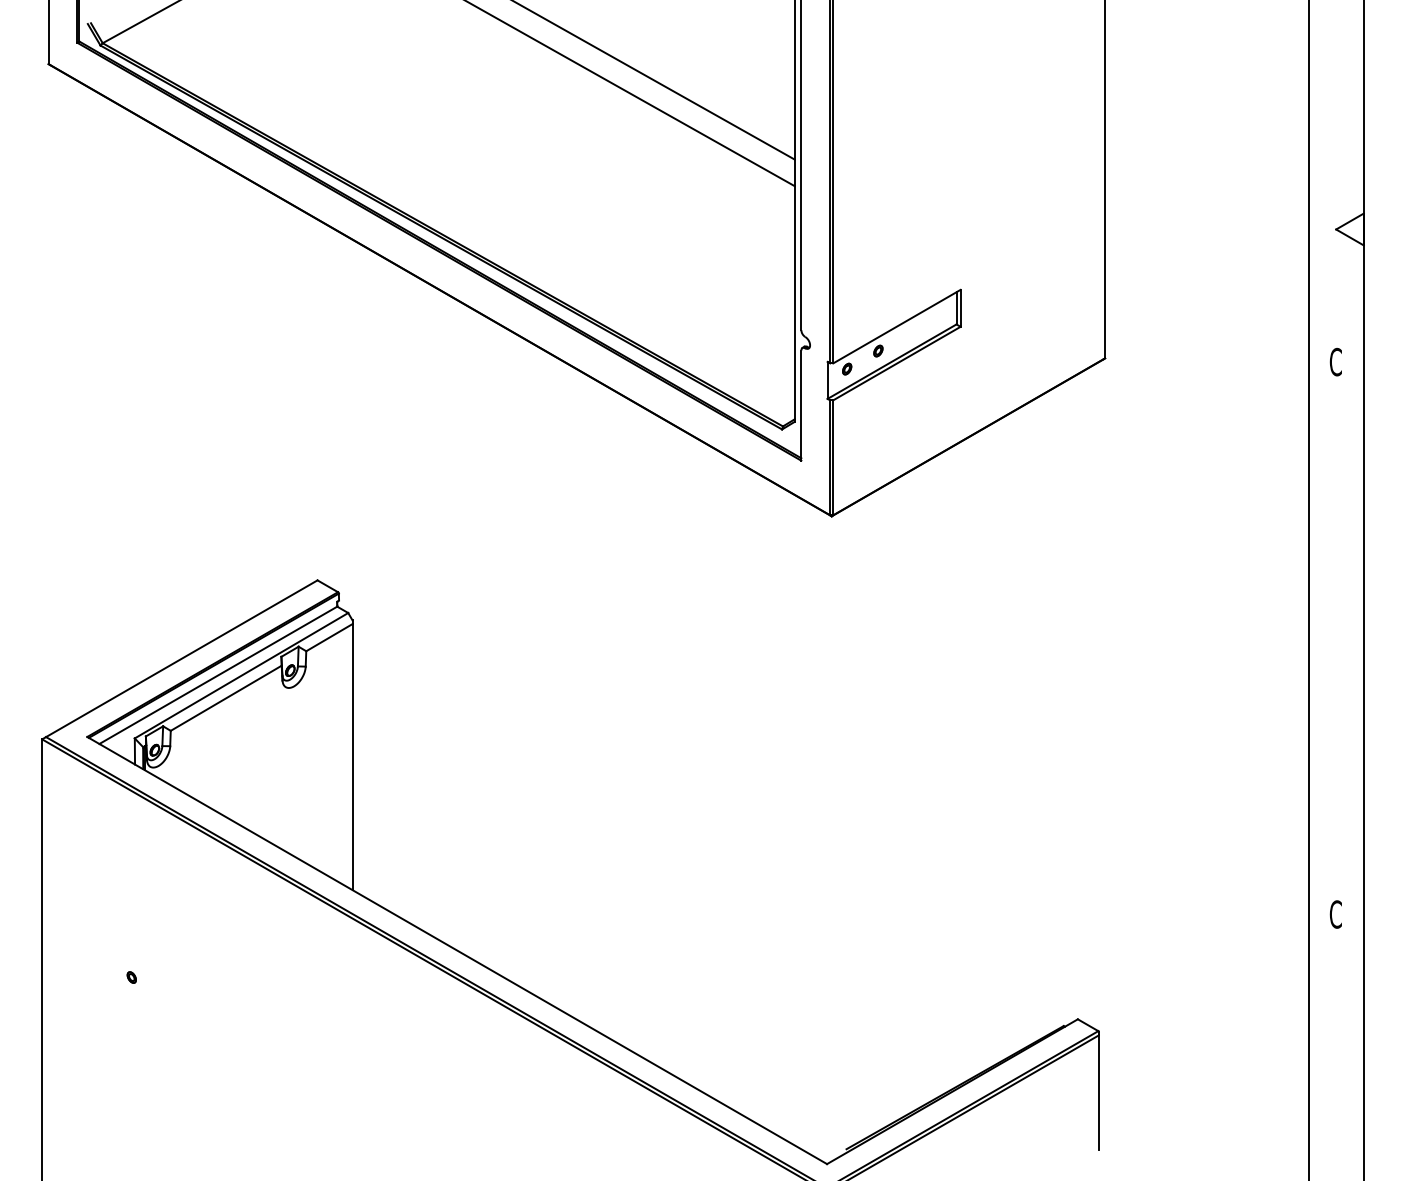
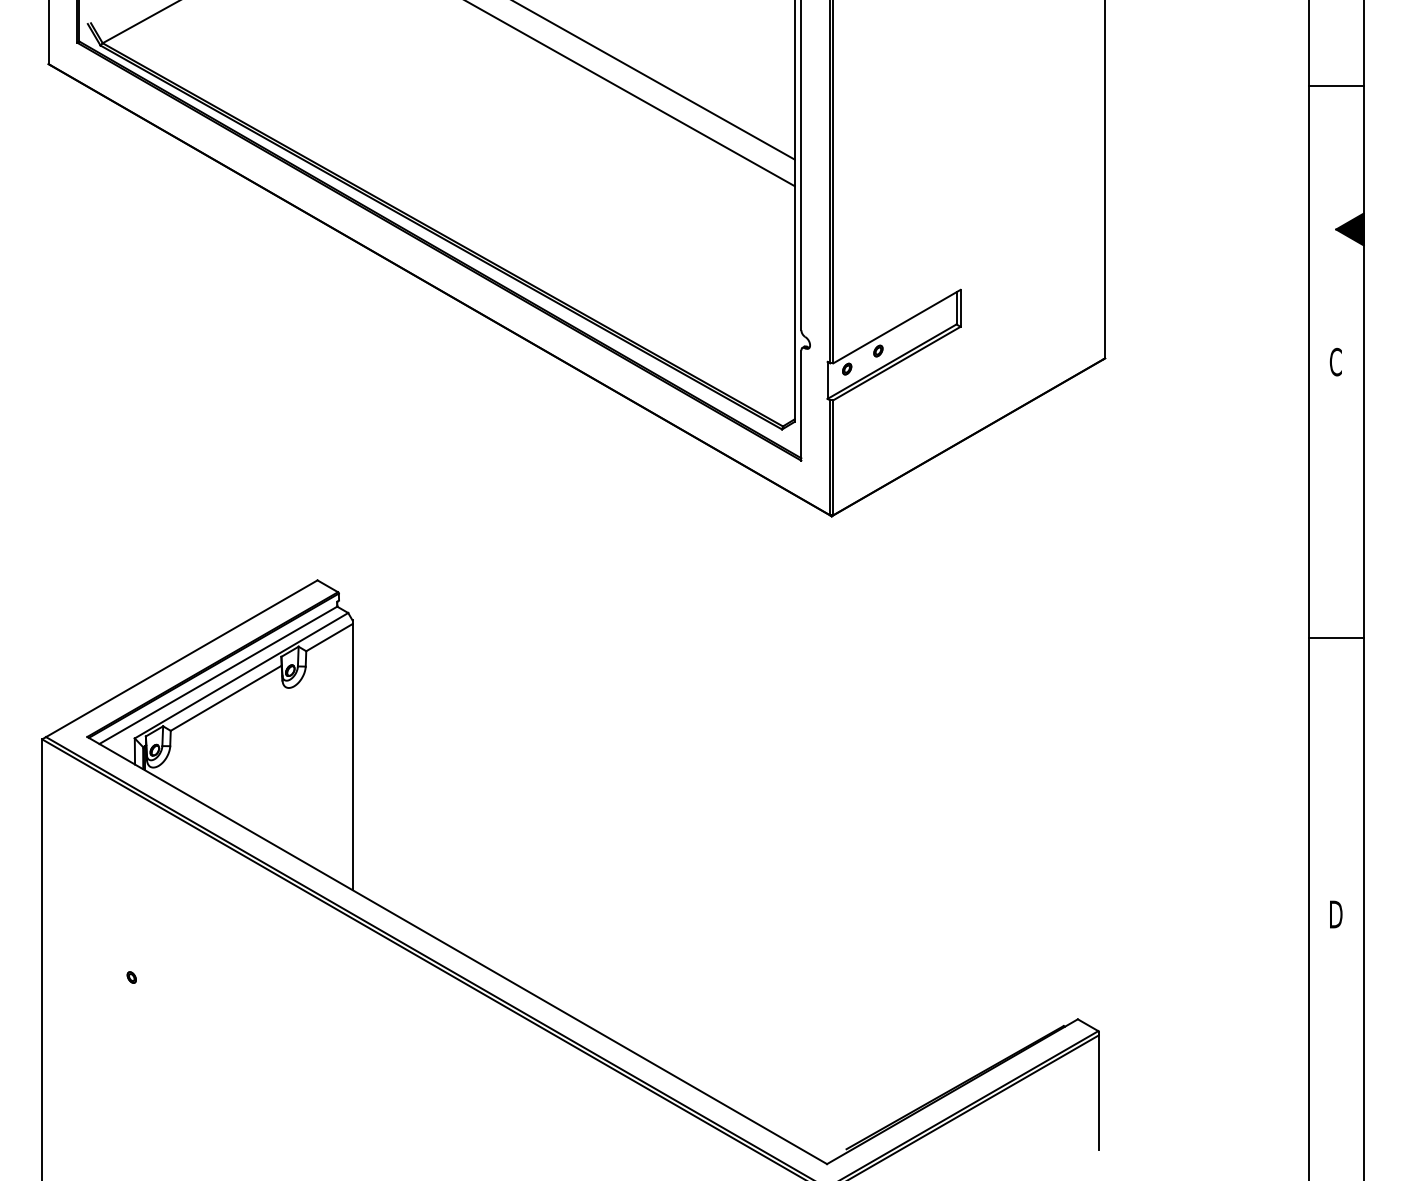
line at (1335, 85): none -> present
fill at (1349, 229): none -> present
line at (1335, 638): none -> present
text at (1335, 914): C -> D
